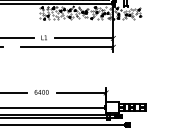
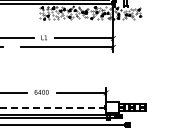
line at (53, 107): solid -> dashed
